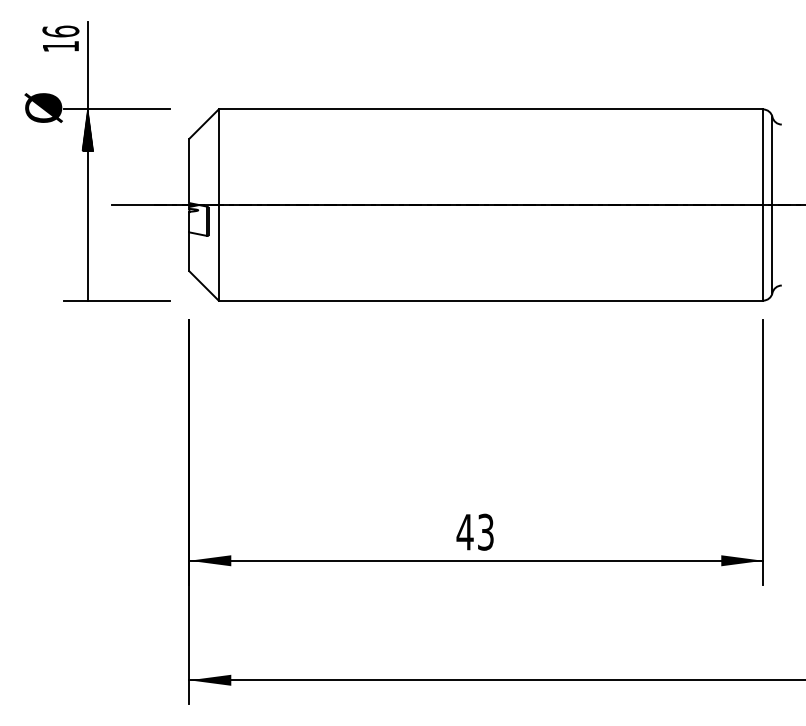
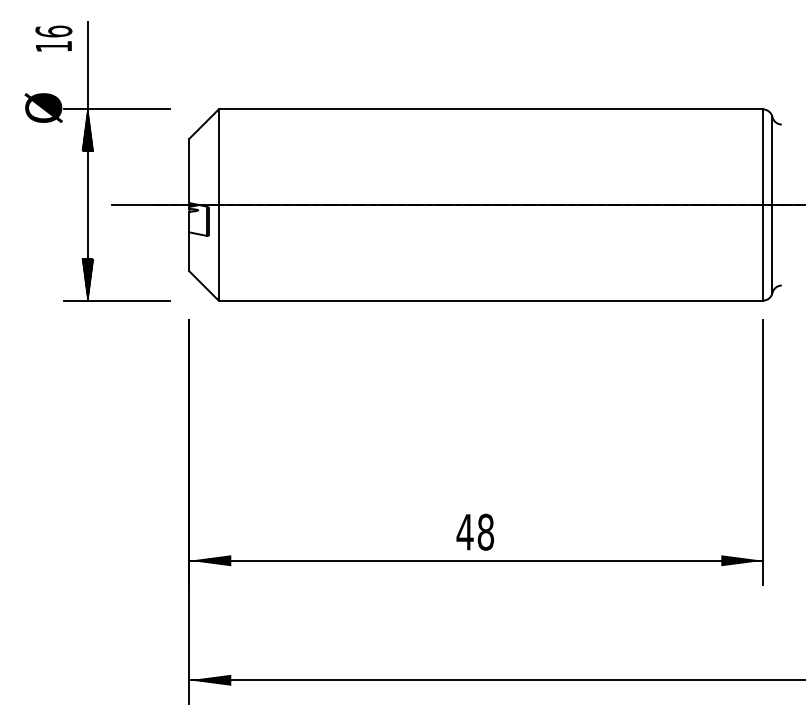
text at (60, 38) position: (60, 38) -> (53, 38)
hatch at (87, 279): none -> present
text at (485, 531): 43 -> 48
